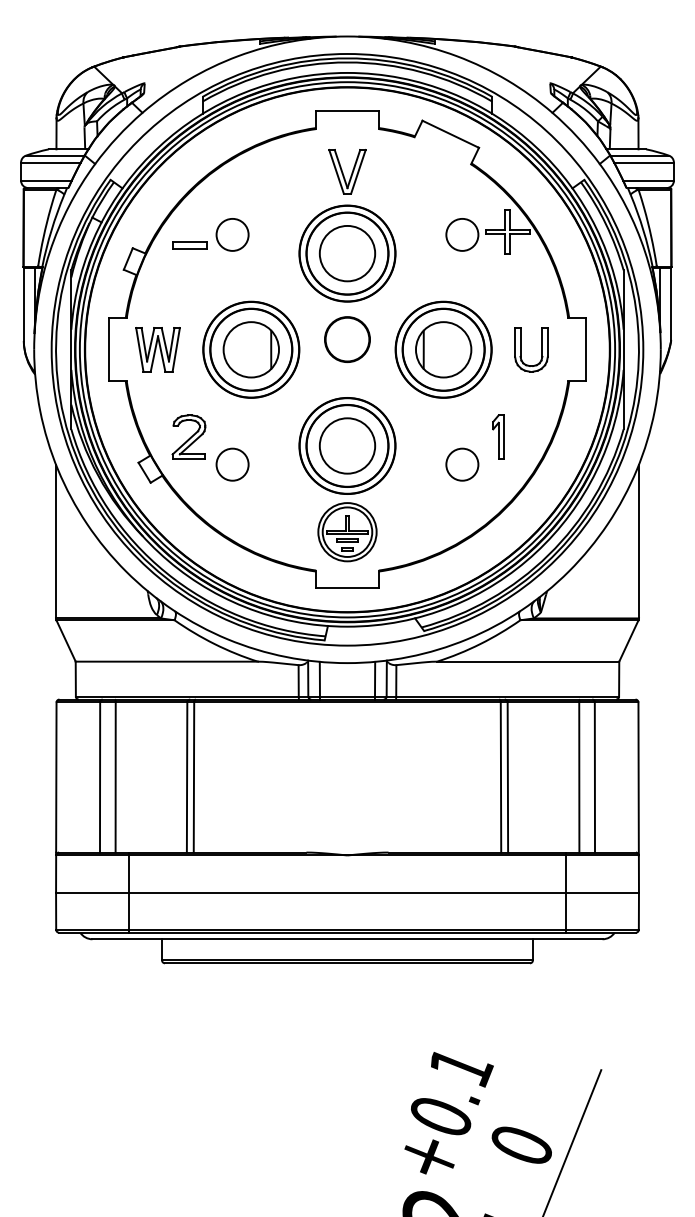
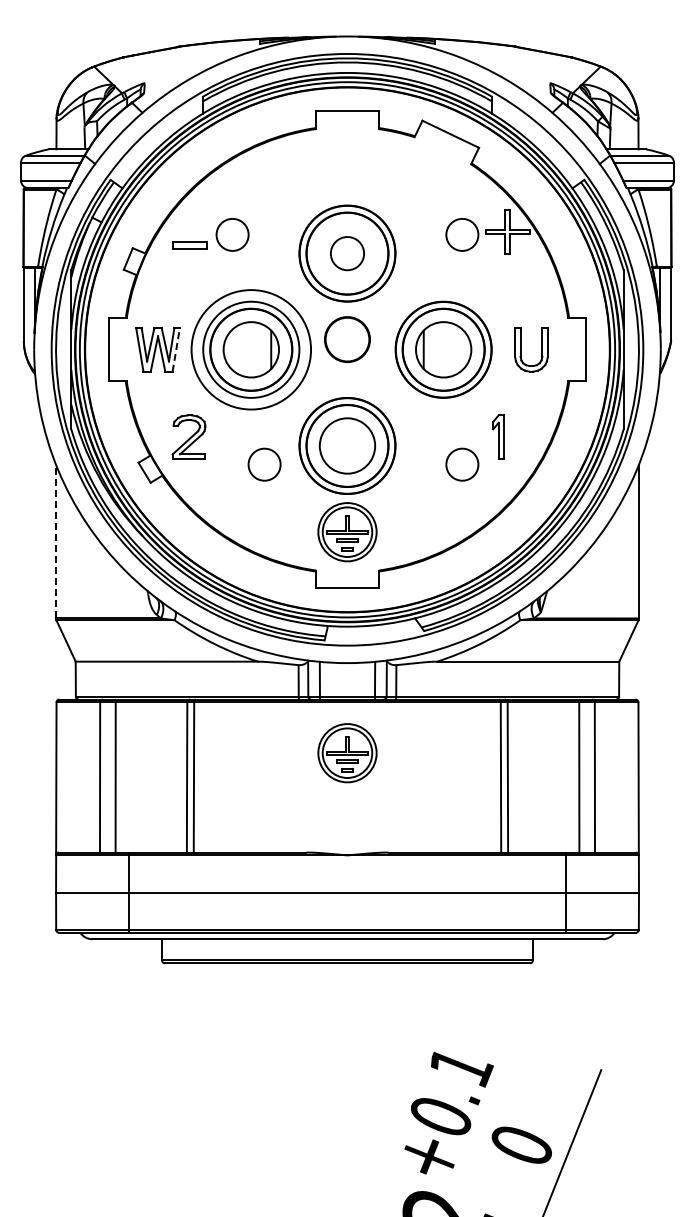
part at (347, 171): present -> none
circle at (347, 253) diameter: 55 px -> 33 px
line at (176, 349): solid -> dashed
circle at (251, 349) diameter: 96 px -> 119 px
circle at (232, 464) position: (232, 464) -> (264, 464)
line at (56, 541): solid -> dashed
part at (347, 753): none -> present
